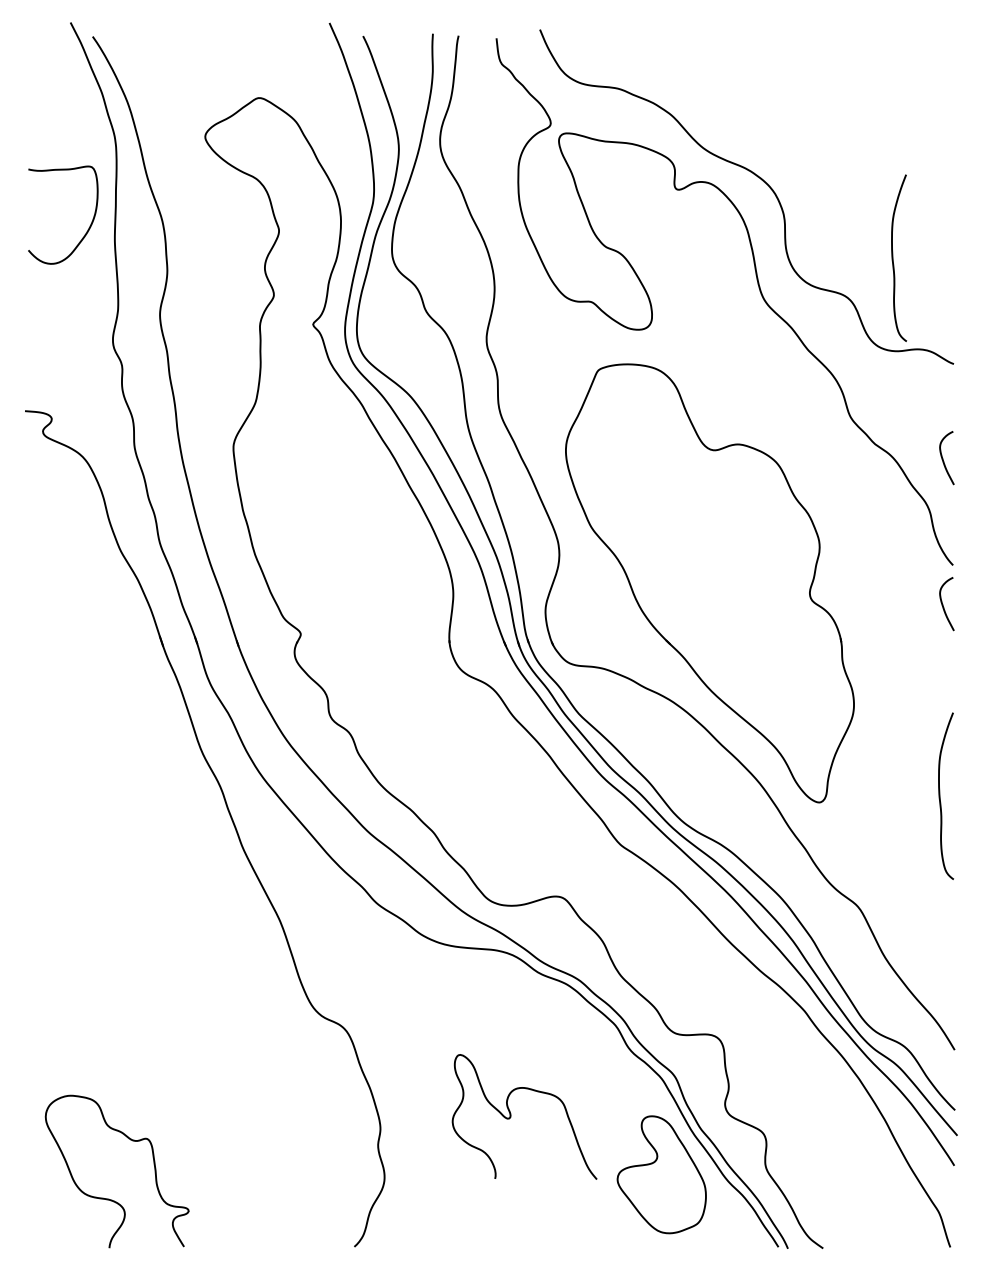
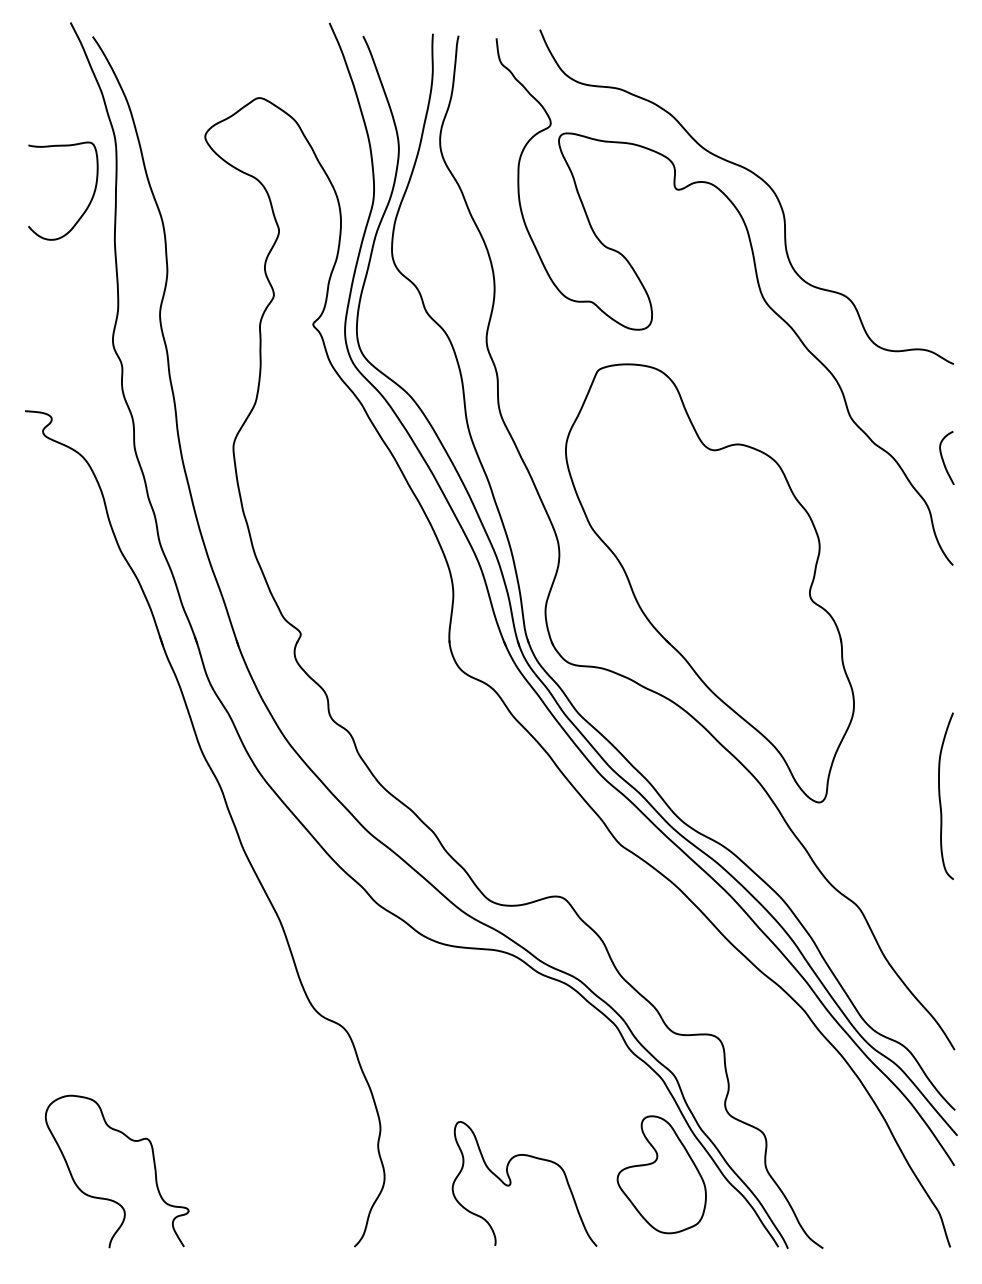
curve at (87, 229) position: (87, 229) -> (87, 205)
curve at (893, 257): present -> none
curve at (943, 604): present -> none
curve at (511, 1116) position: (511, 1116) -> (511, 1183)
